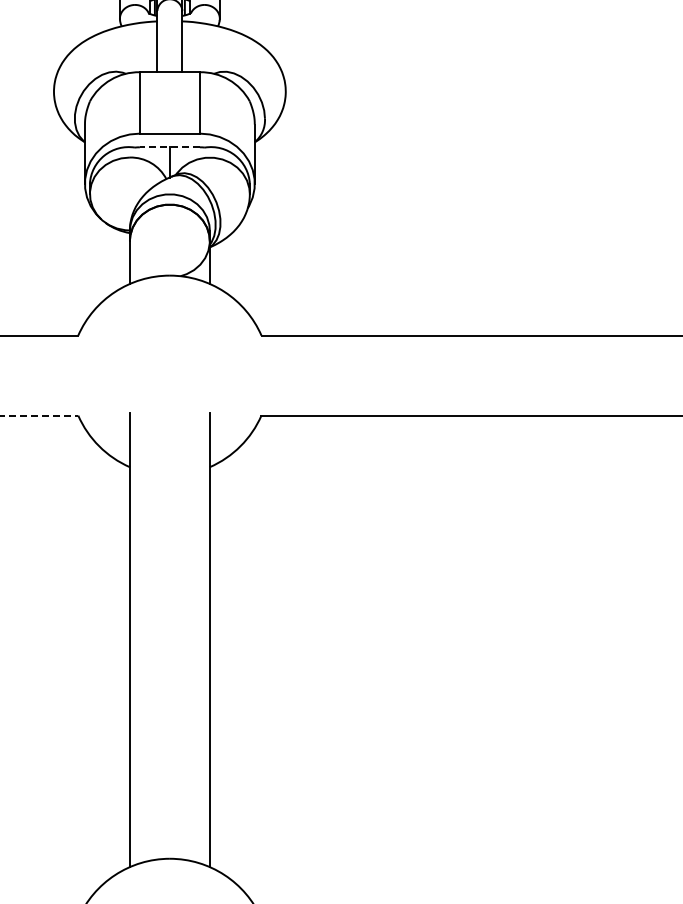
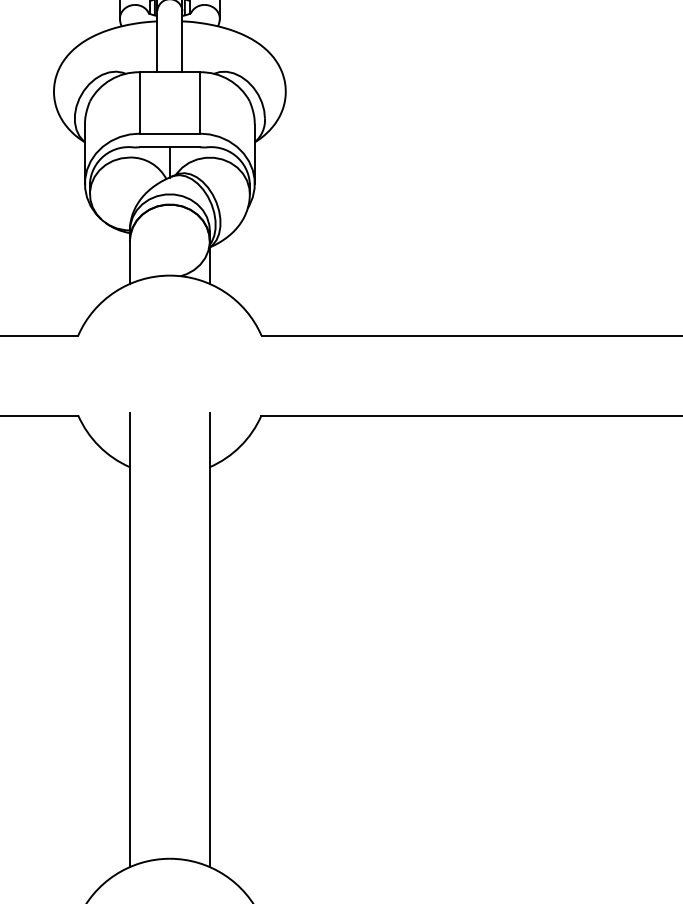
line at (169, 147): dashed -> solid
line at (39, 415): dashed -> solid
